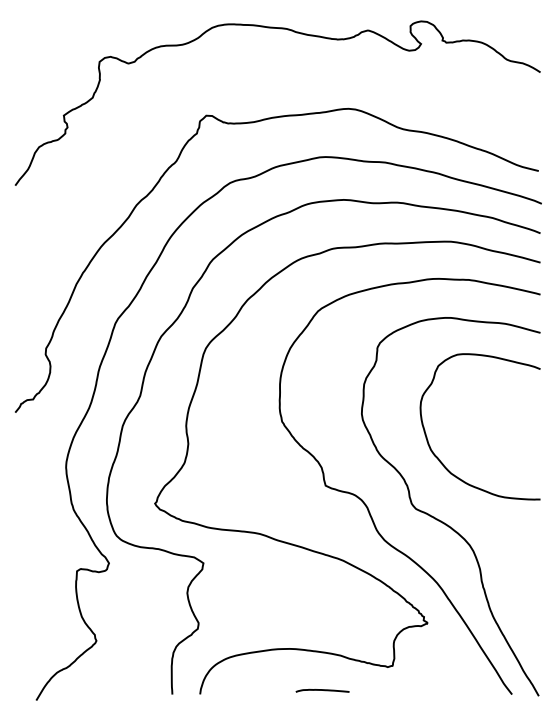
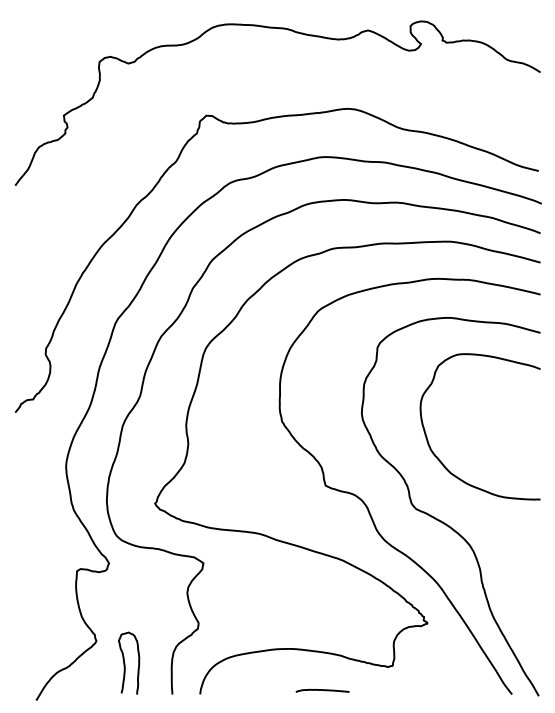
curve at (125, 663): none -> present
